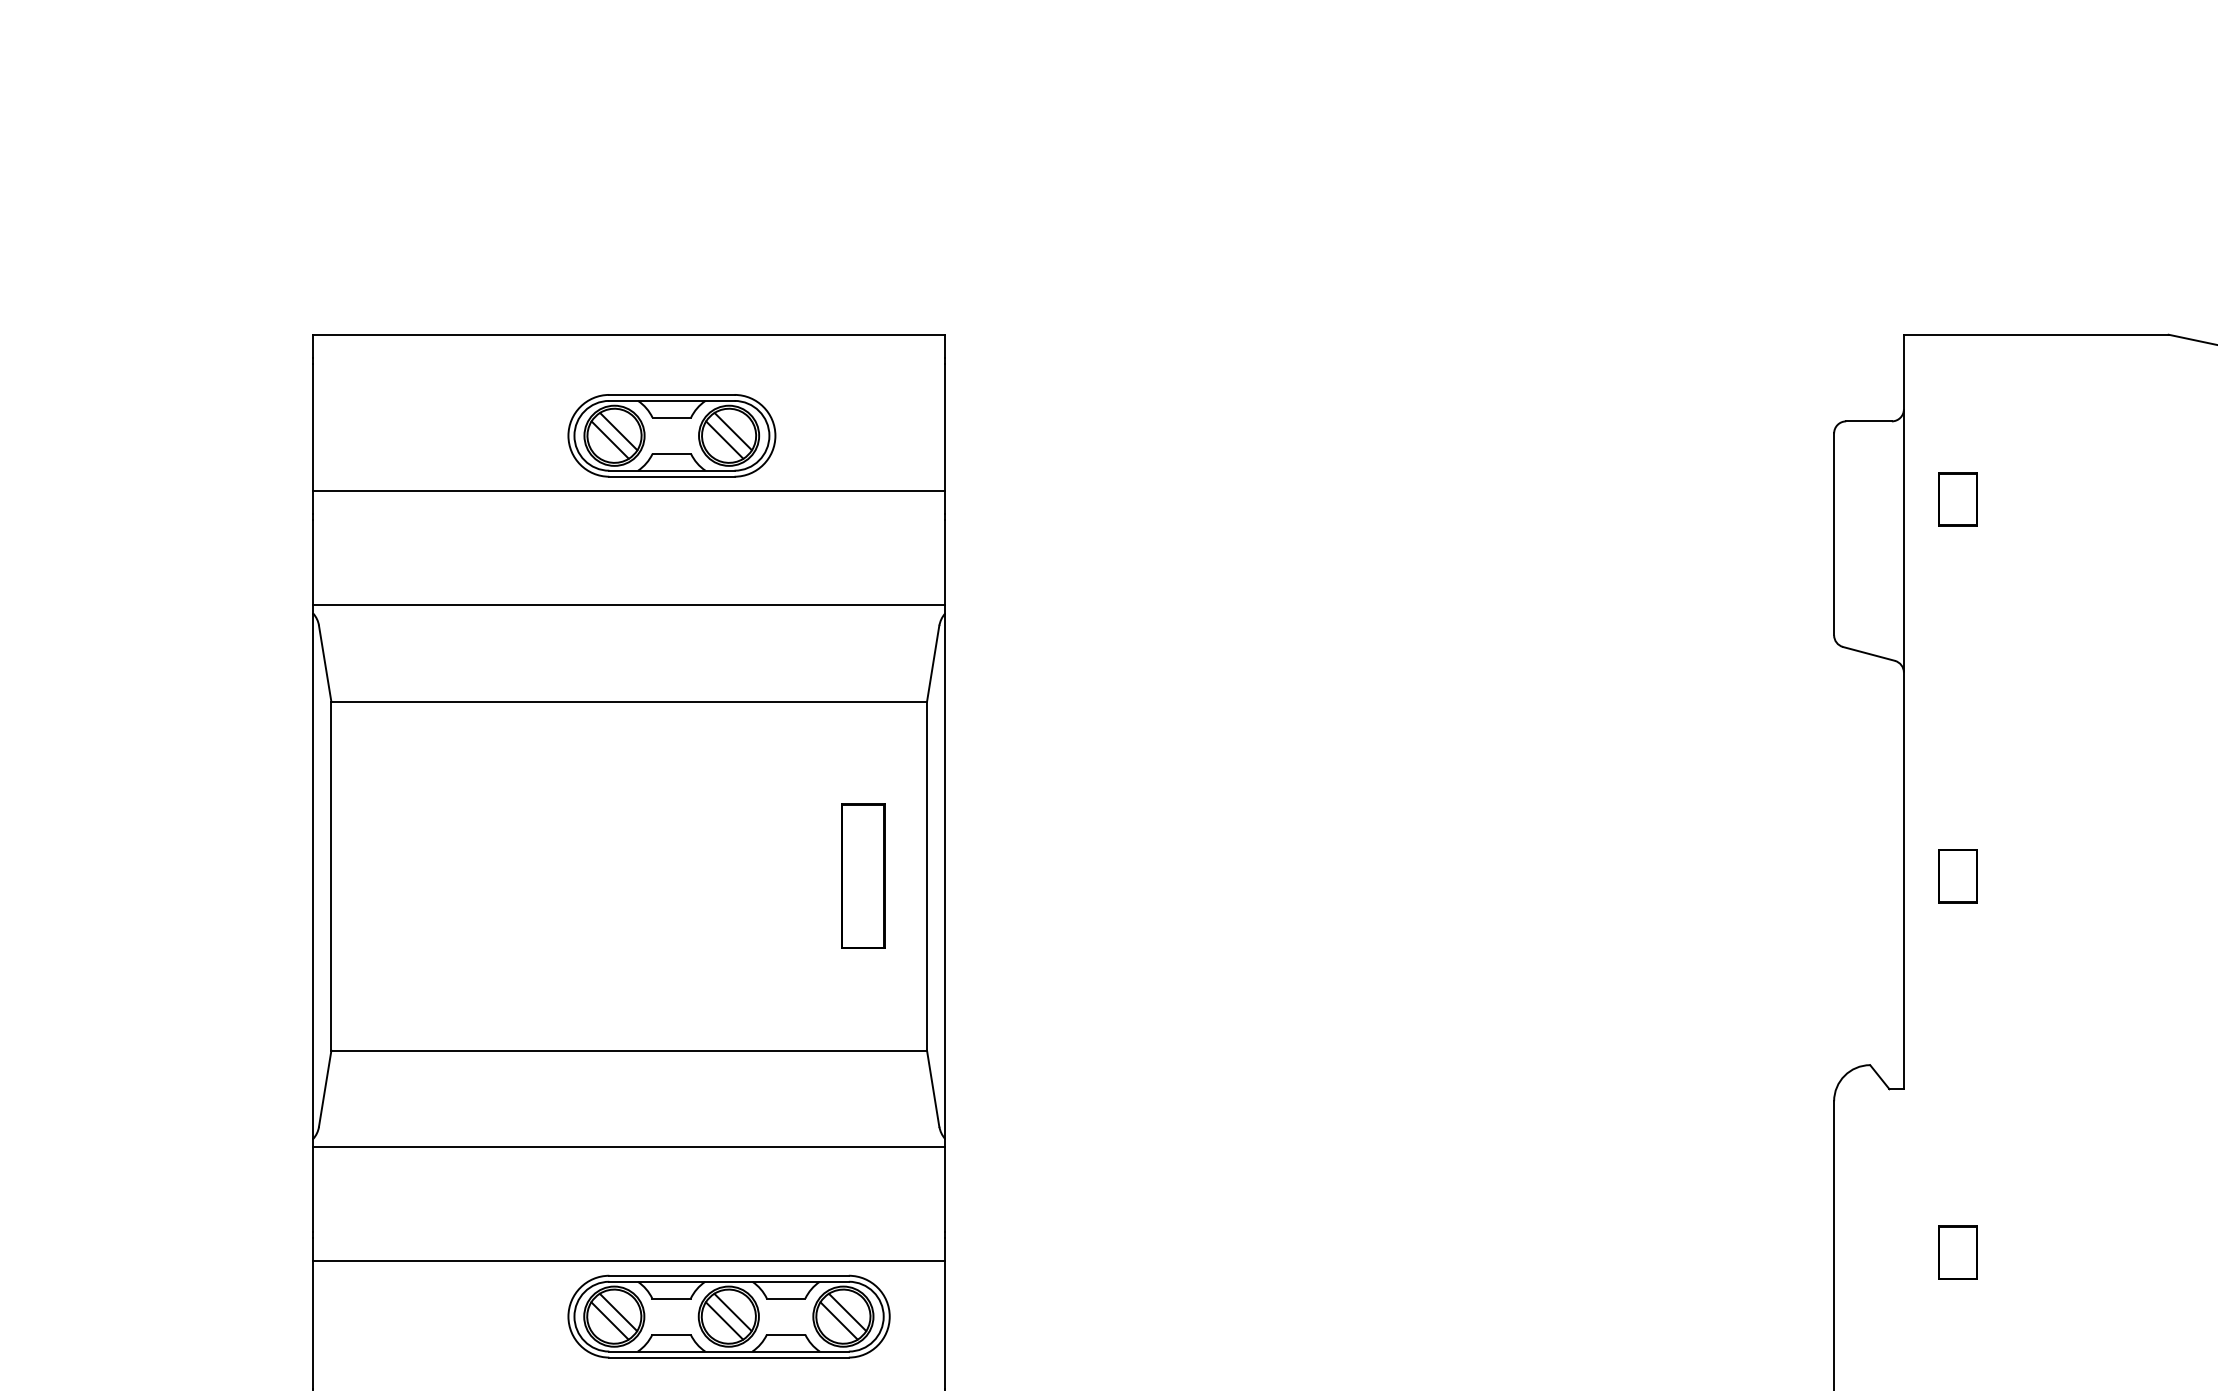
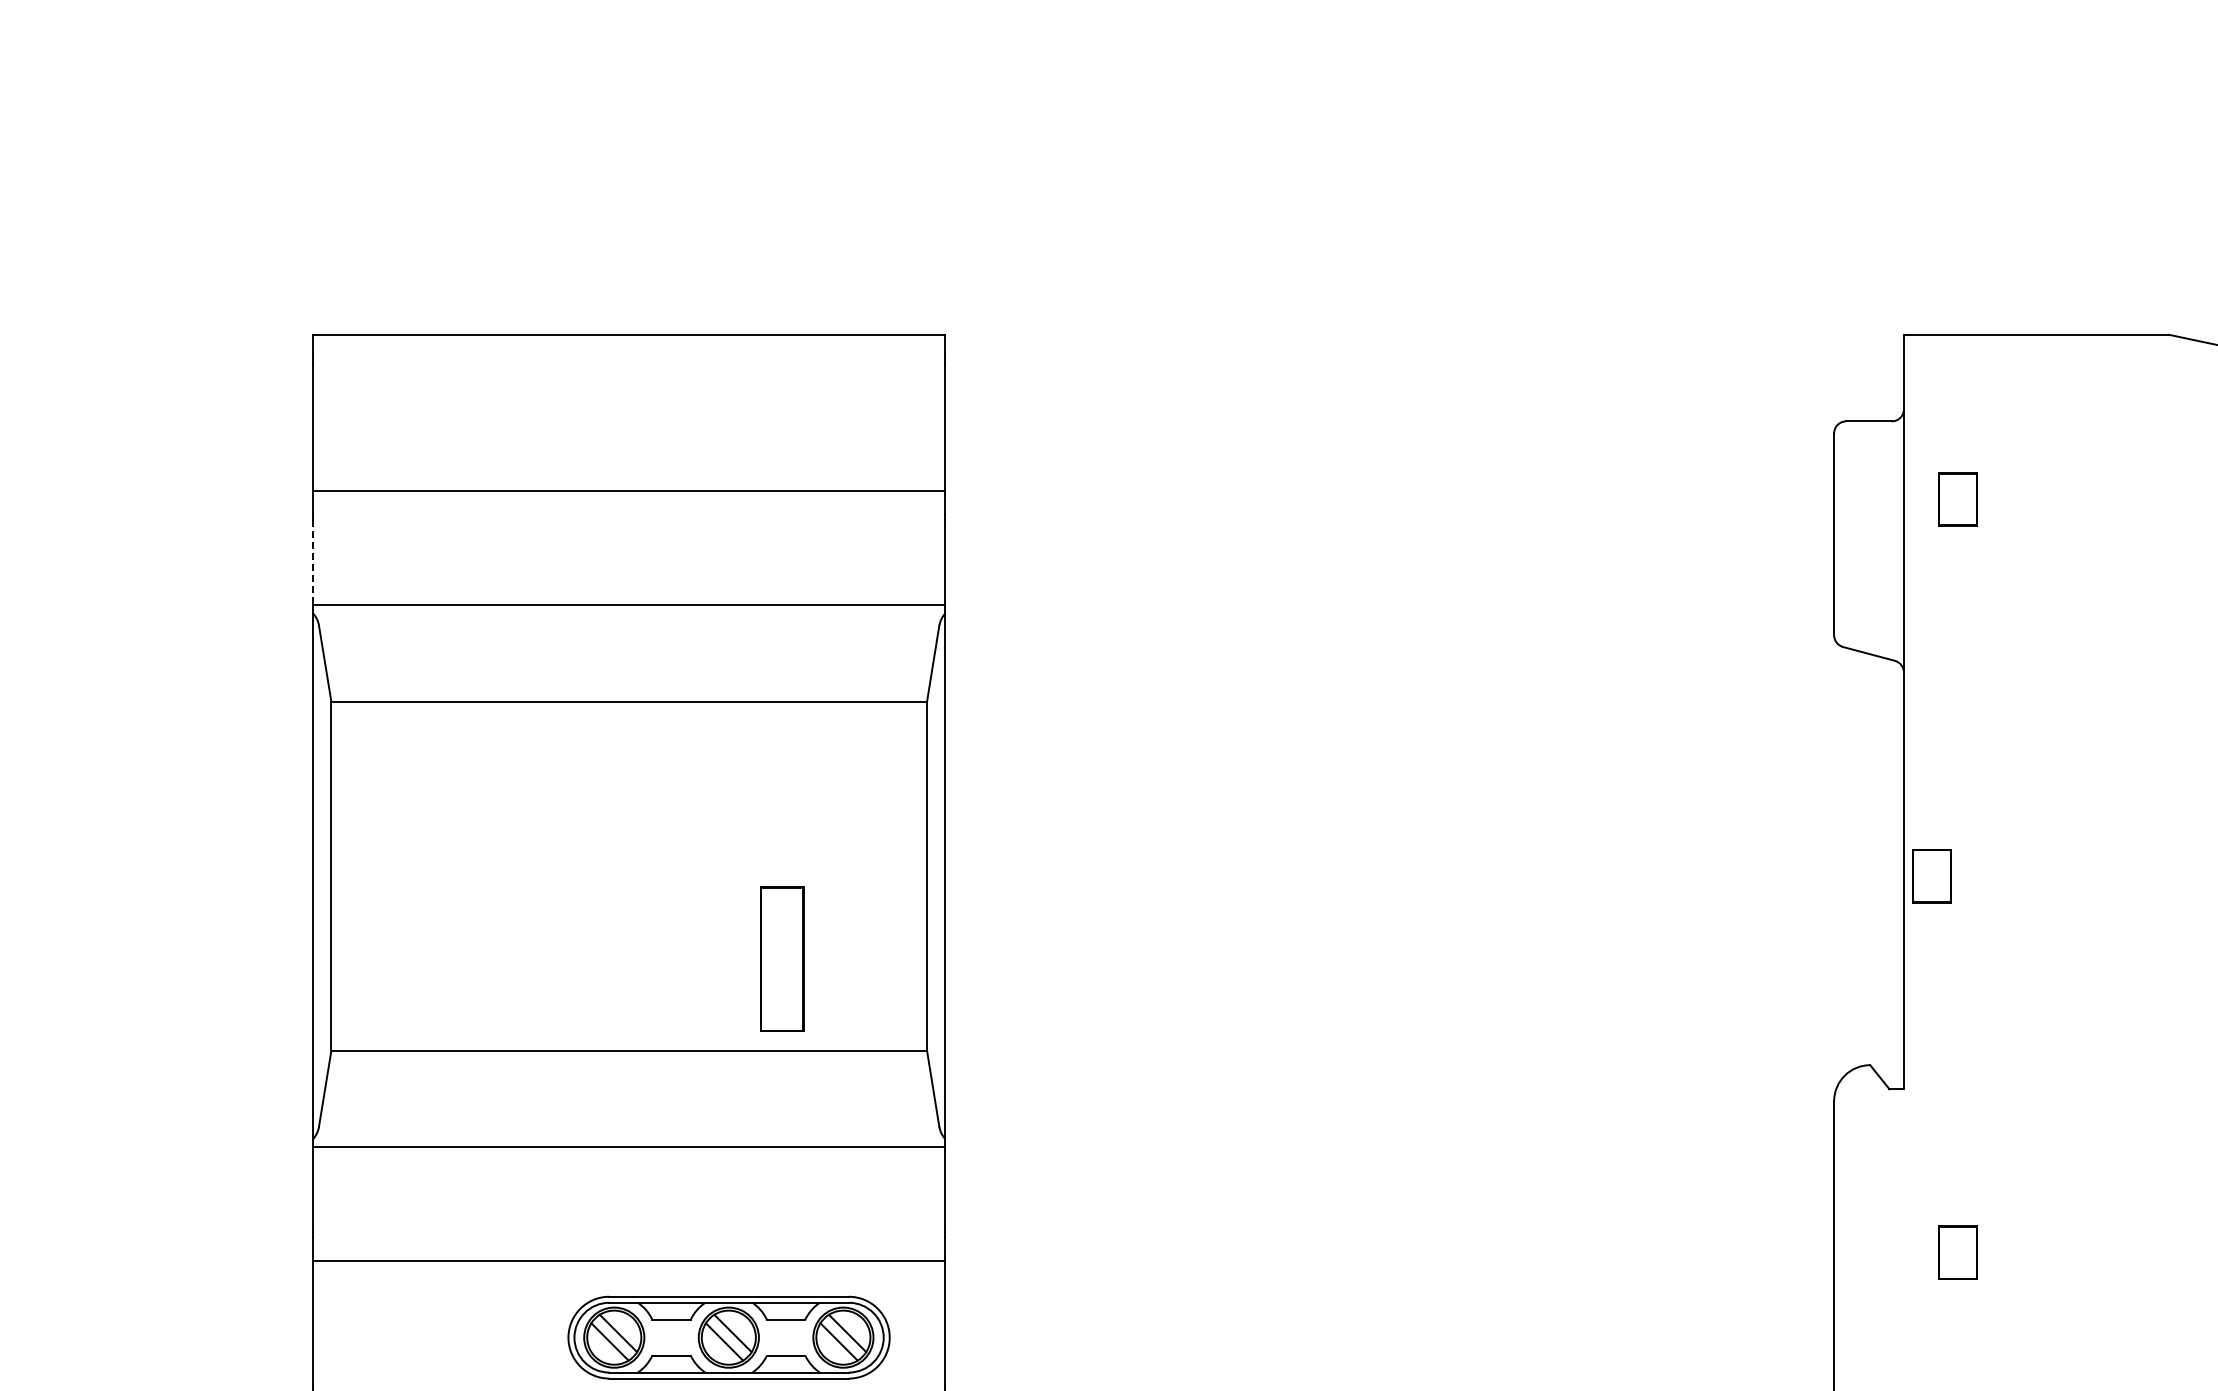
part at (671, 435): present -> none
line at (313, 562): solid -> dashed
part at (863, 875) position: (863, 875) -> (782, 958)
part at (1957, 876) position: (1957, 876) -> (1931, 876)
part at (728, 1316) position: (728, 1316) -> (728, 1337)
